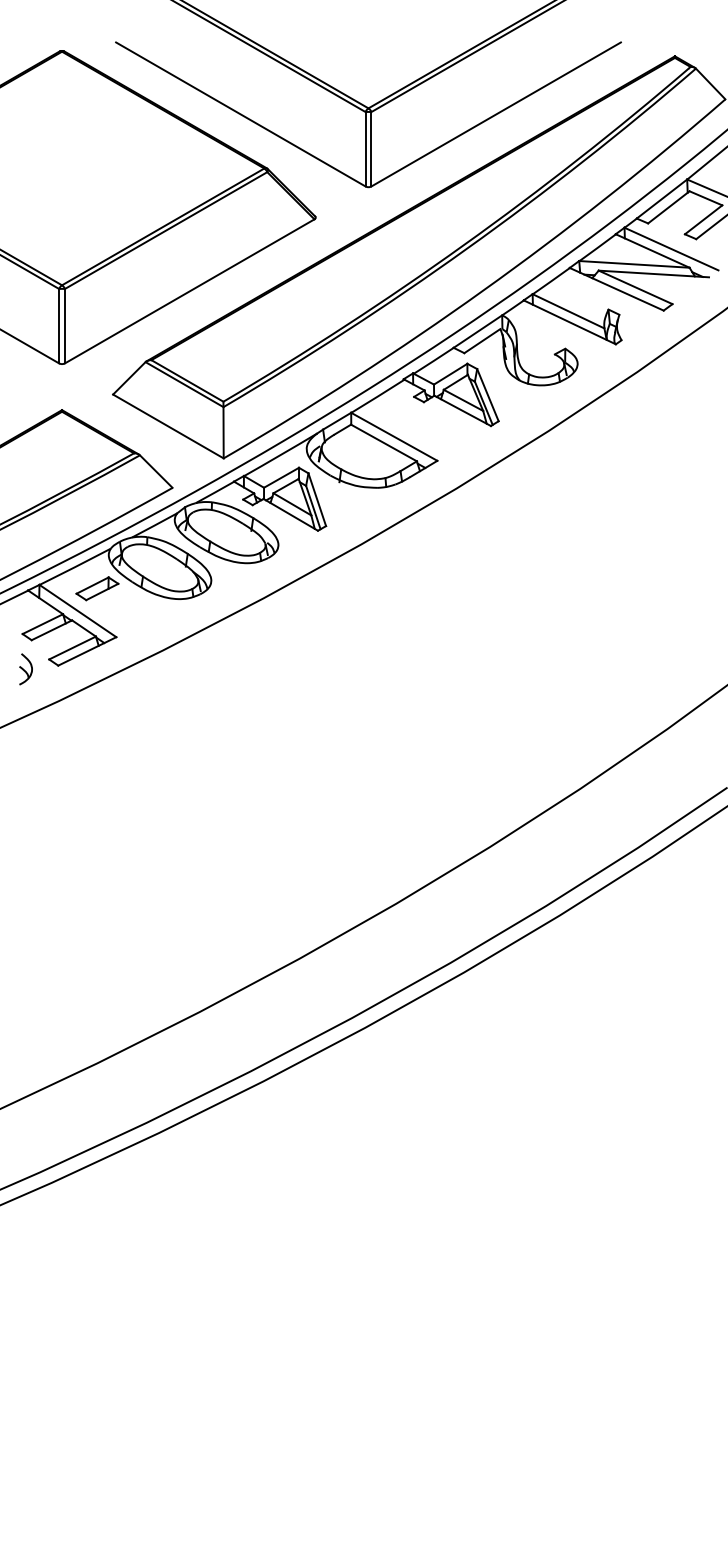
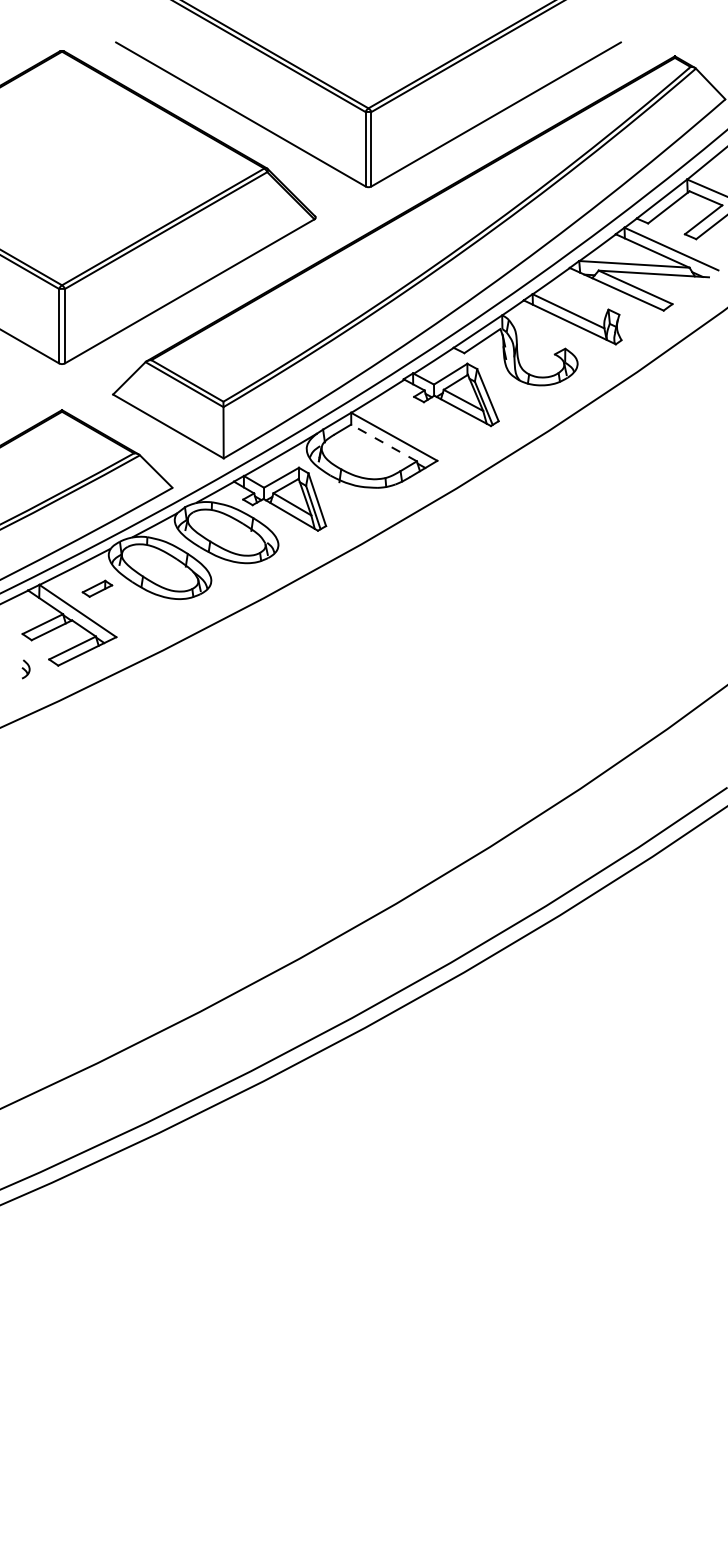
line at (384, 443): solid -> dashed
part at (97, 588) size: 45x26 px -> 33x19 px
part at (25, 669) size: 14x33 px -> 10x21 px
